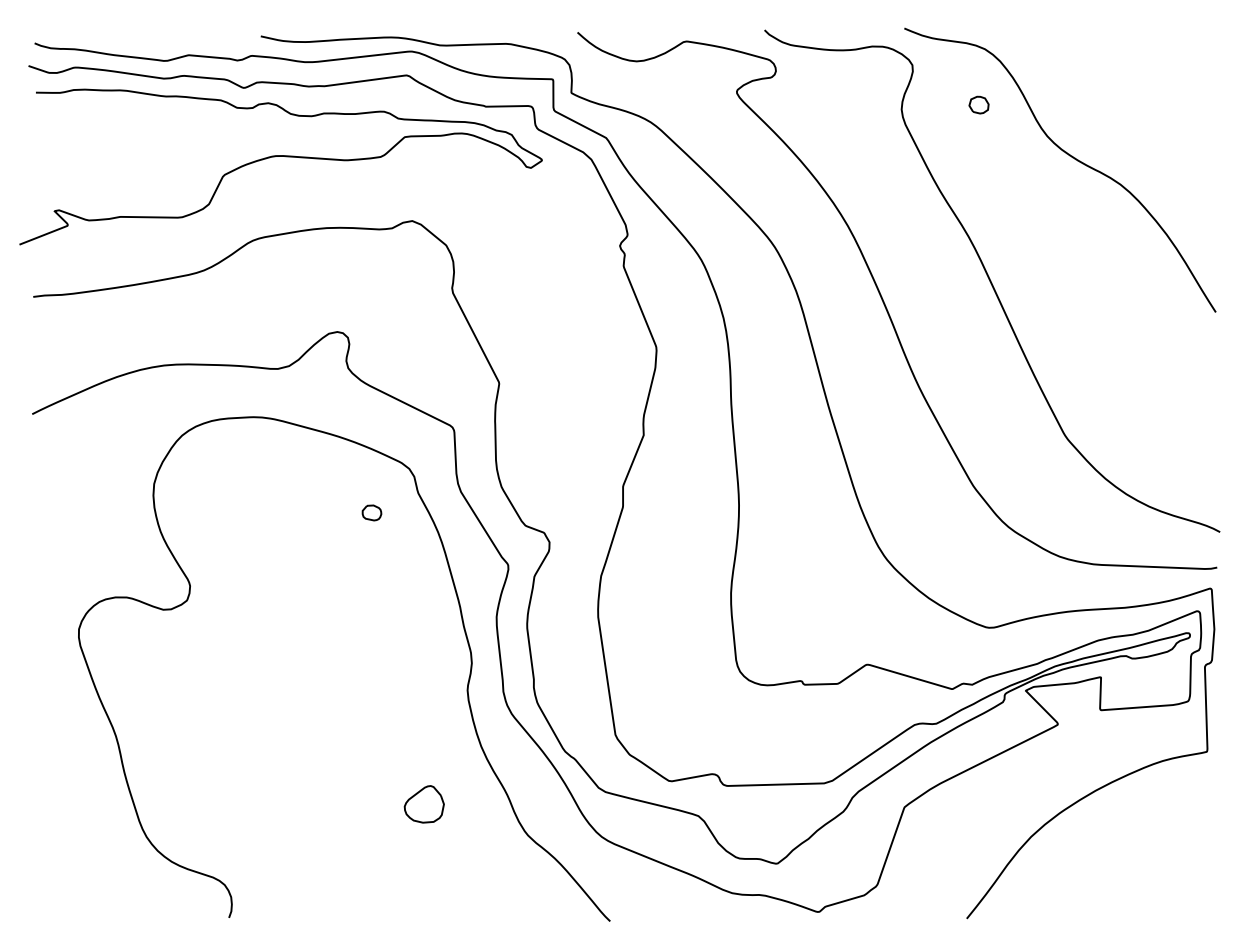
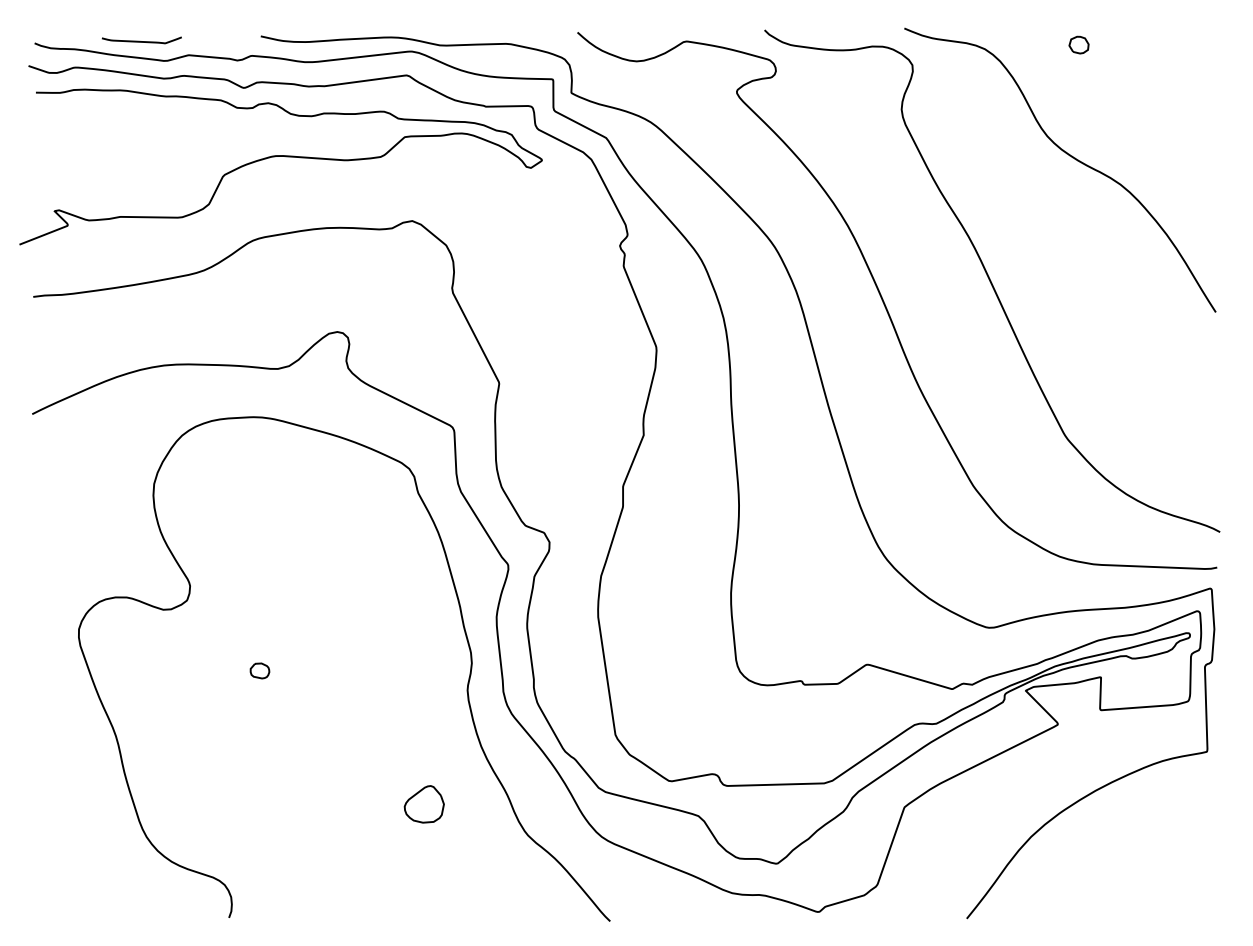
curve at (141, 41): none -> present
part at (978, 104) position: (978, 104) -> (1078, 44)
part at (371, 512) position: (371, 512) -> (259, 670)
